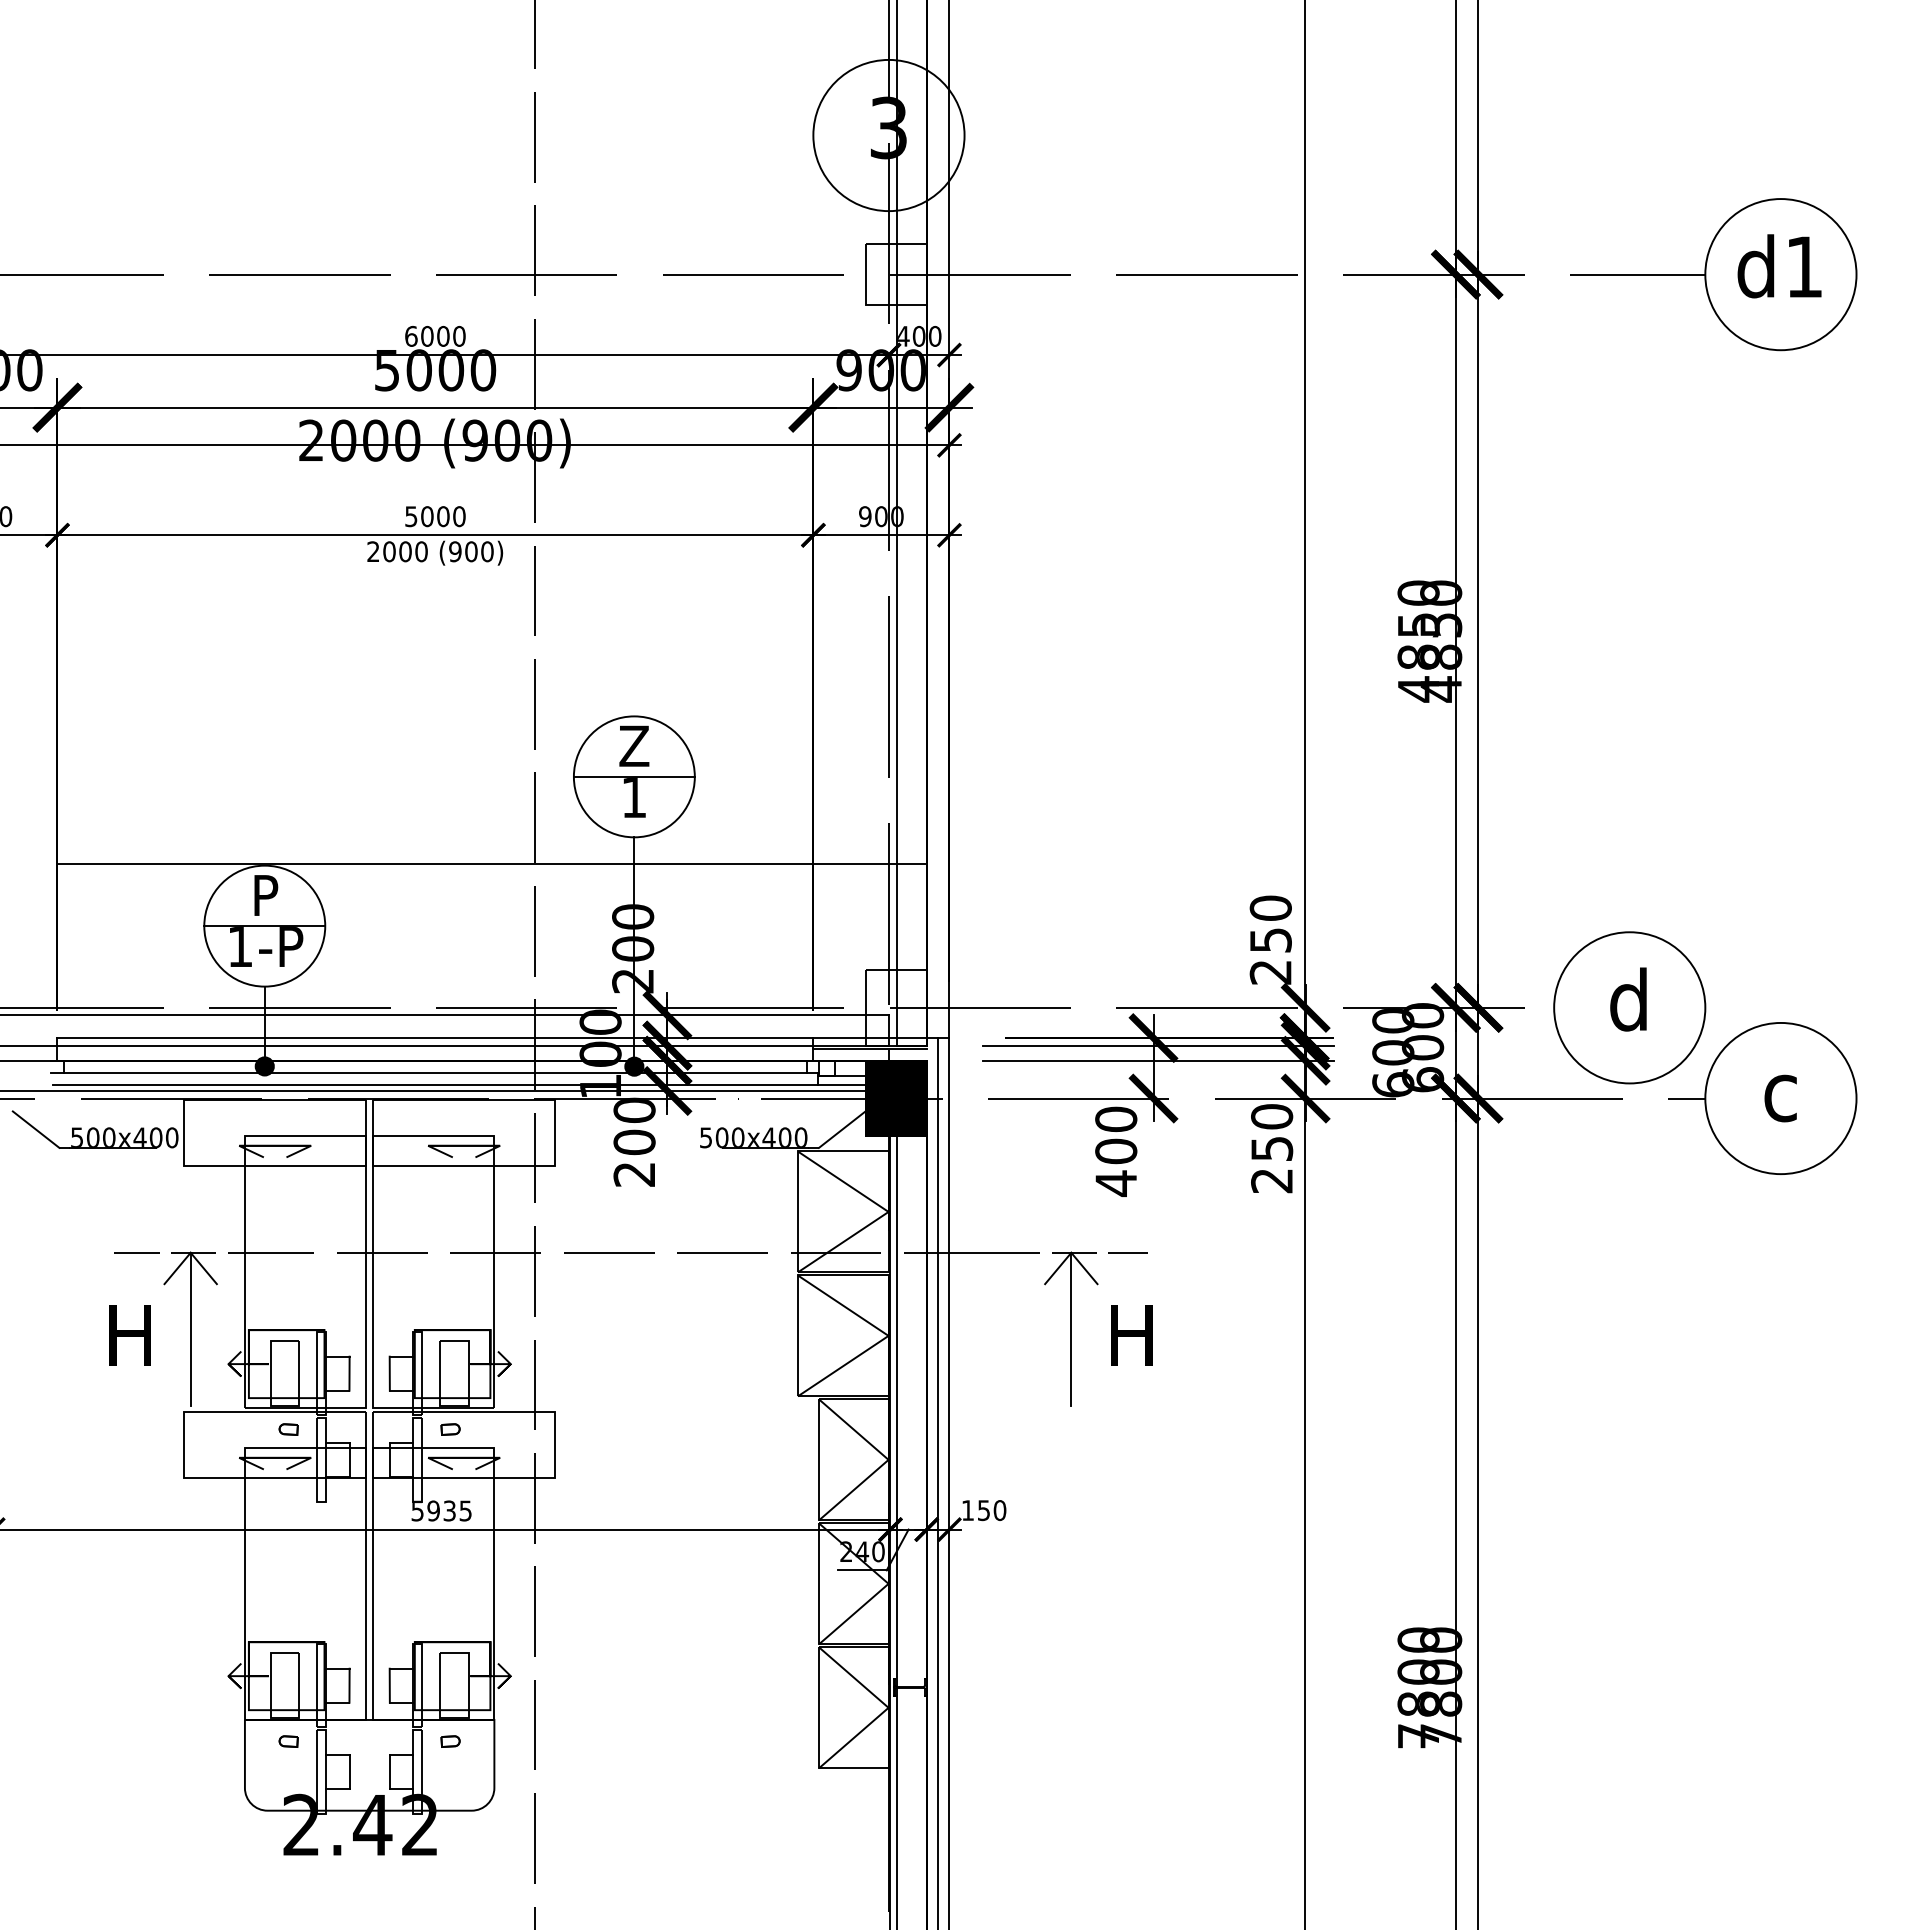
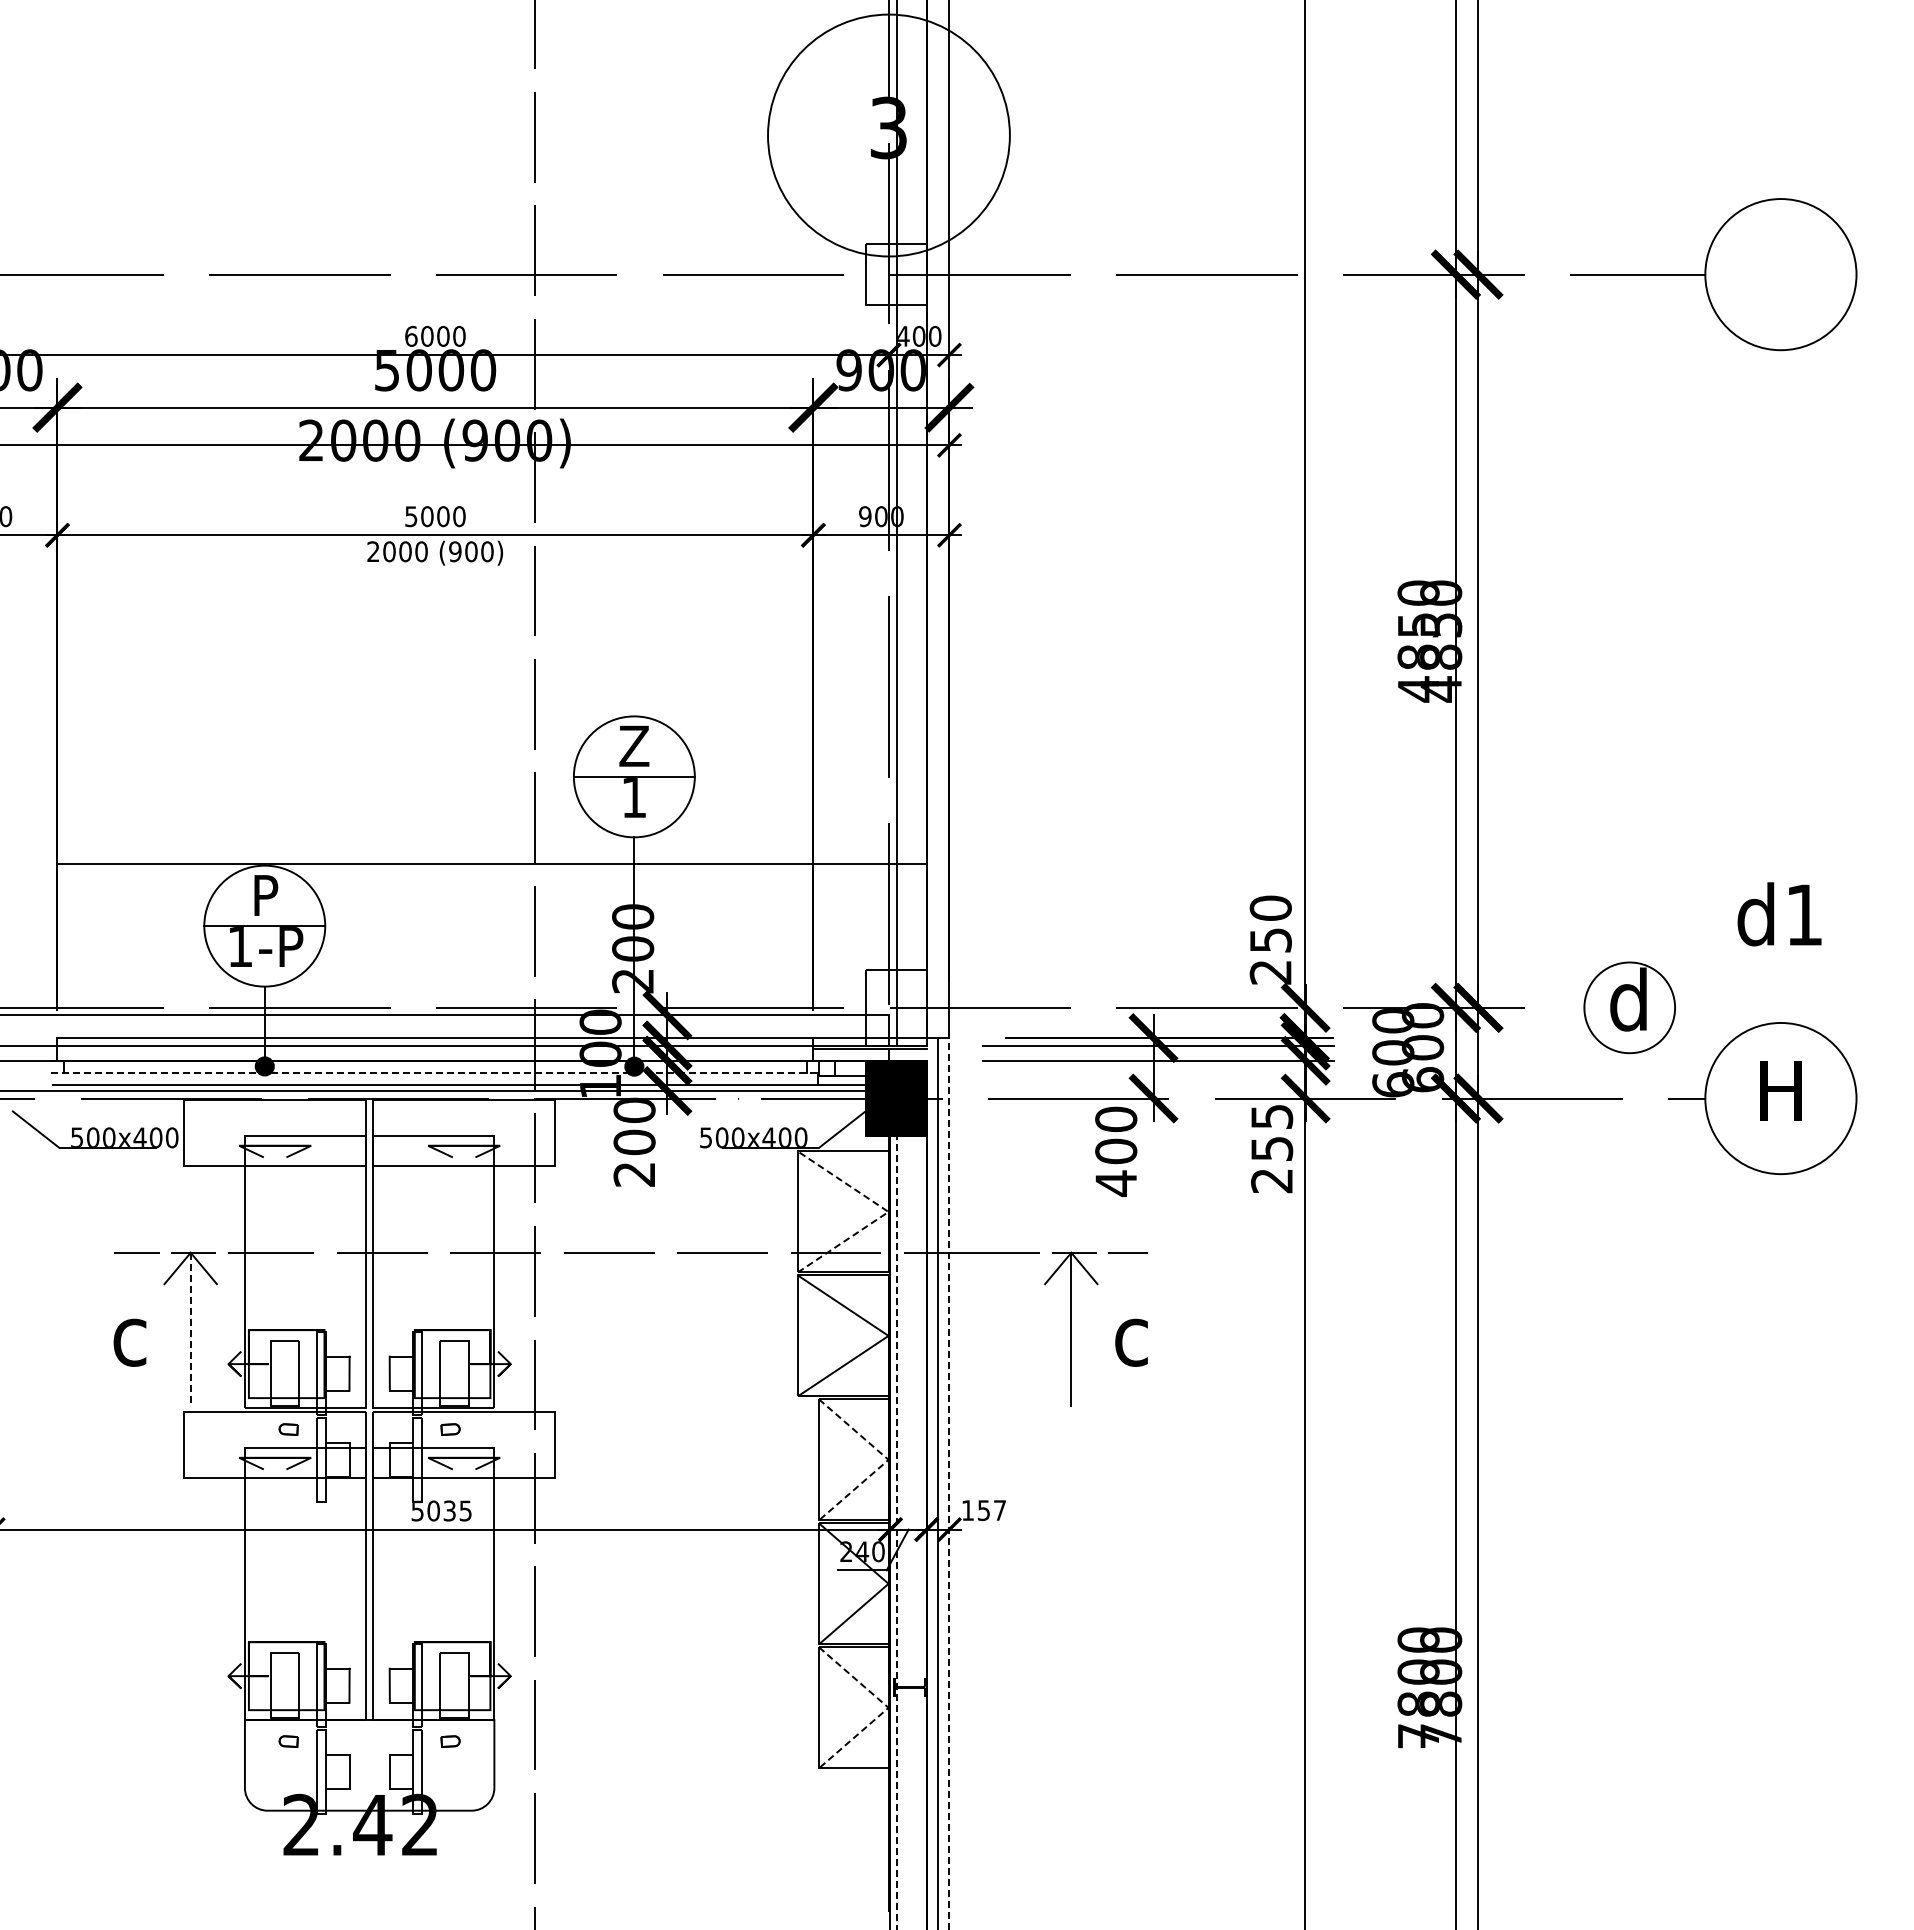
circle at (888, 135) diameter: 151 px -> 242 px
text at (1779, 266) position: (1779, 266) -> (1779, 914)
circle at (1629, 1007) diameter: 151 px -> 91 px
line at (435, 1072): solid -> dashed
text at (1780, 1091): c -> H
text at (1272, 1116): 250 -> 255
line at (888, 1211): solid -> dashed
line at (190, 1329): solid -> dashed
text at (129, 1335): H -> c
text at (1131, 1335): H -> c
line at (888, 1459): solid -> dashed
line at (949, 1483): solid -> dashed
line at (896, 1494): solid -> dashed
text at (433, 1510): 5935 -> 5035
text at (999, 1510): 150 -> 157
line at (888, 1707): solid -> dashed
